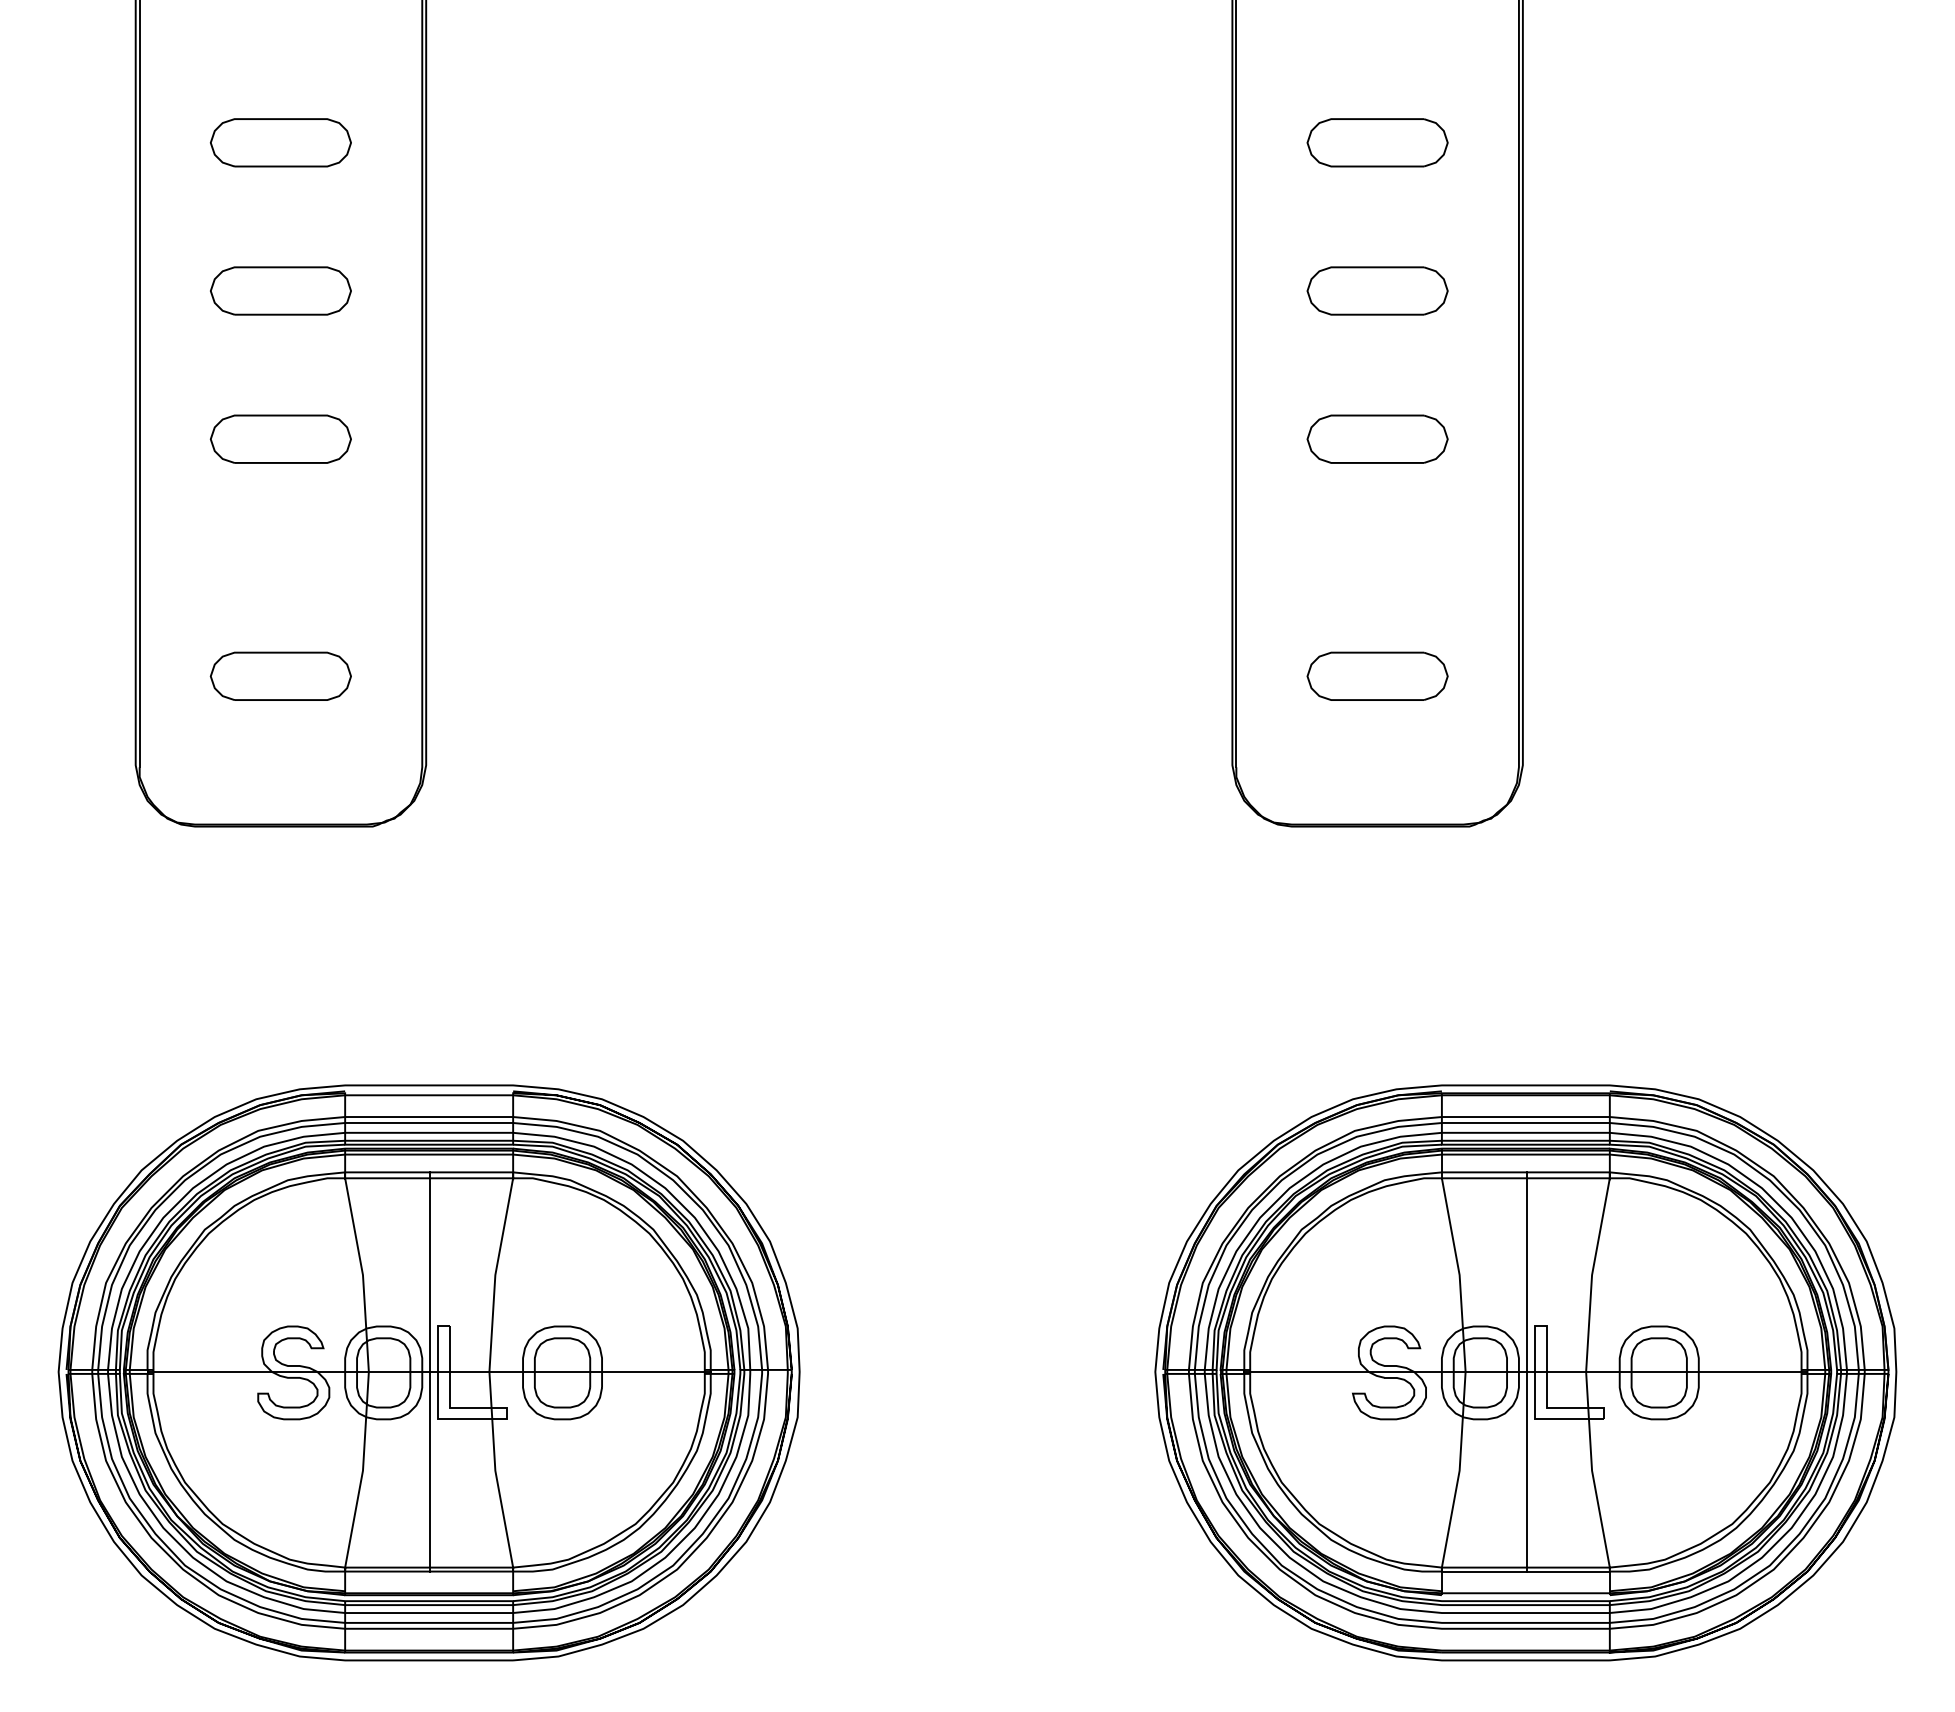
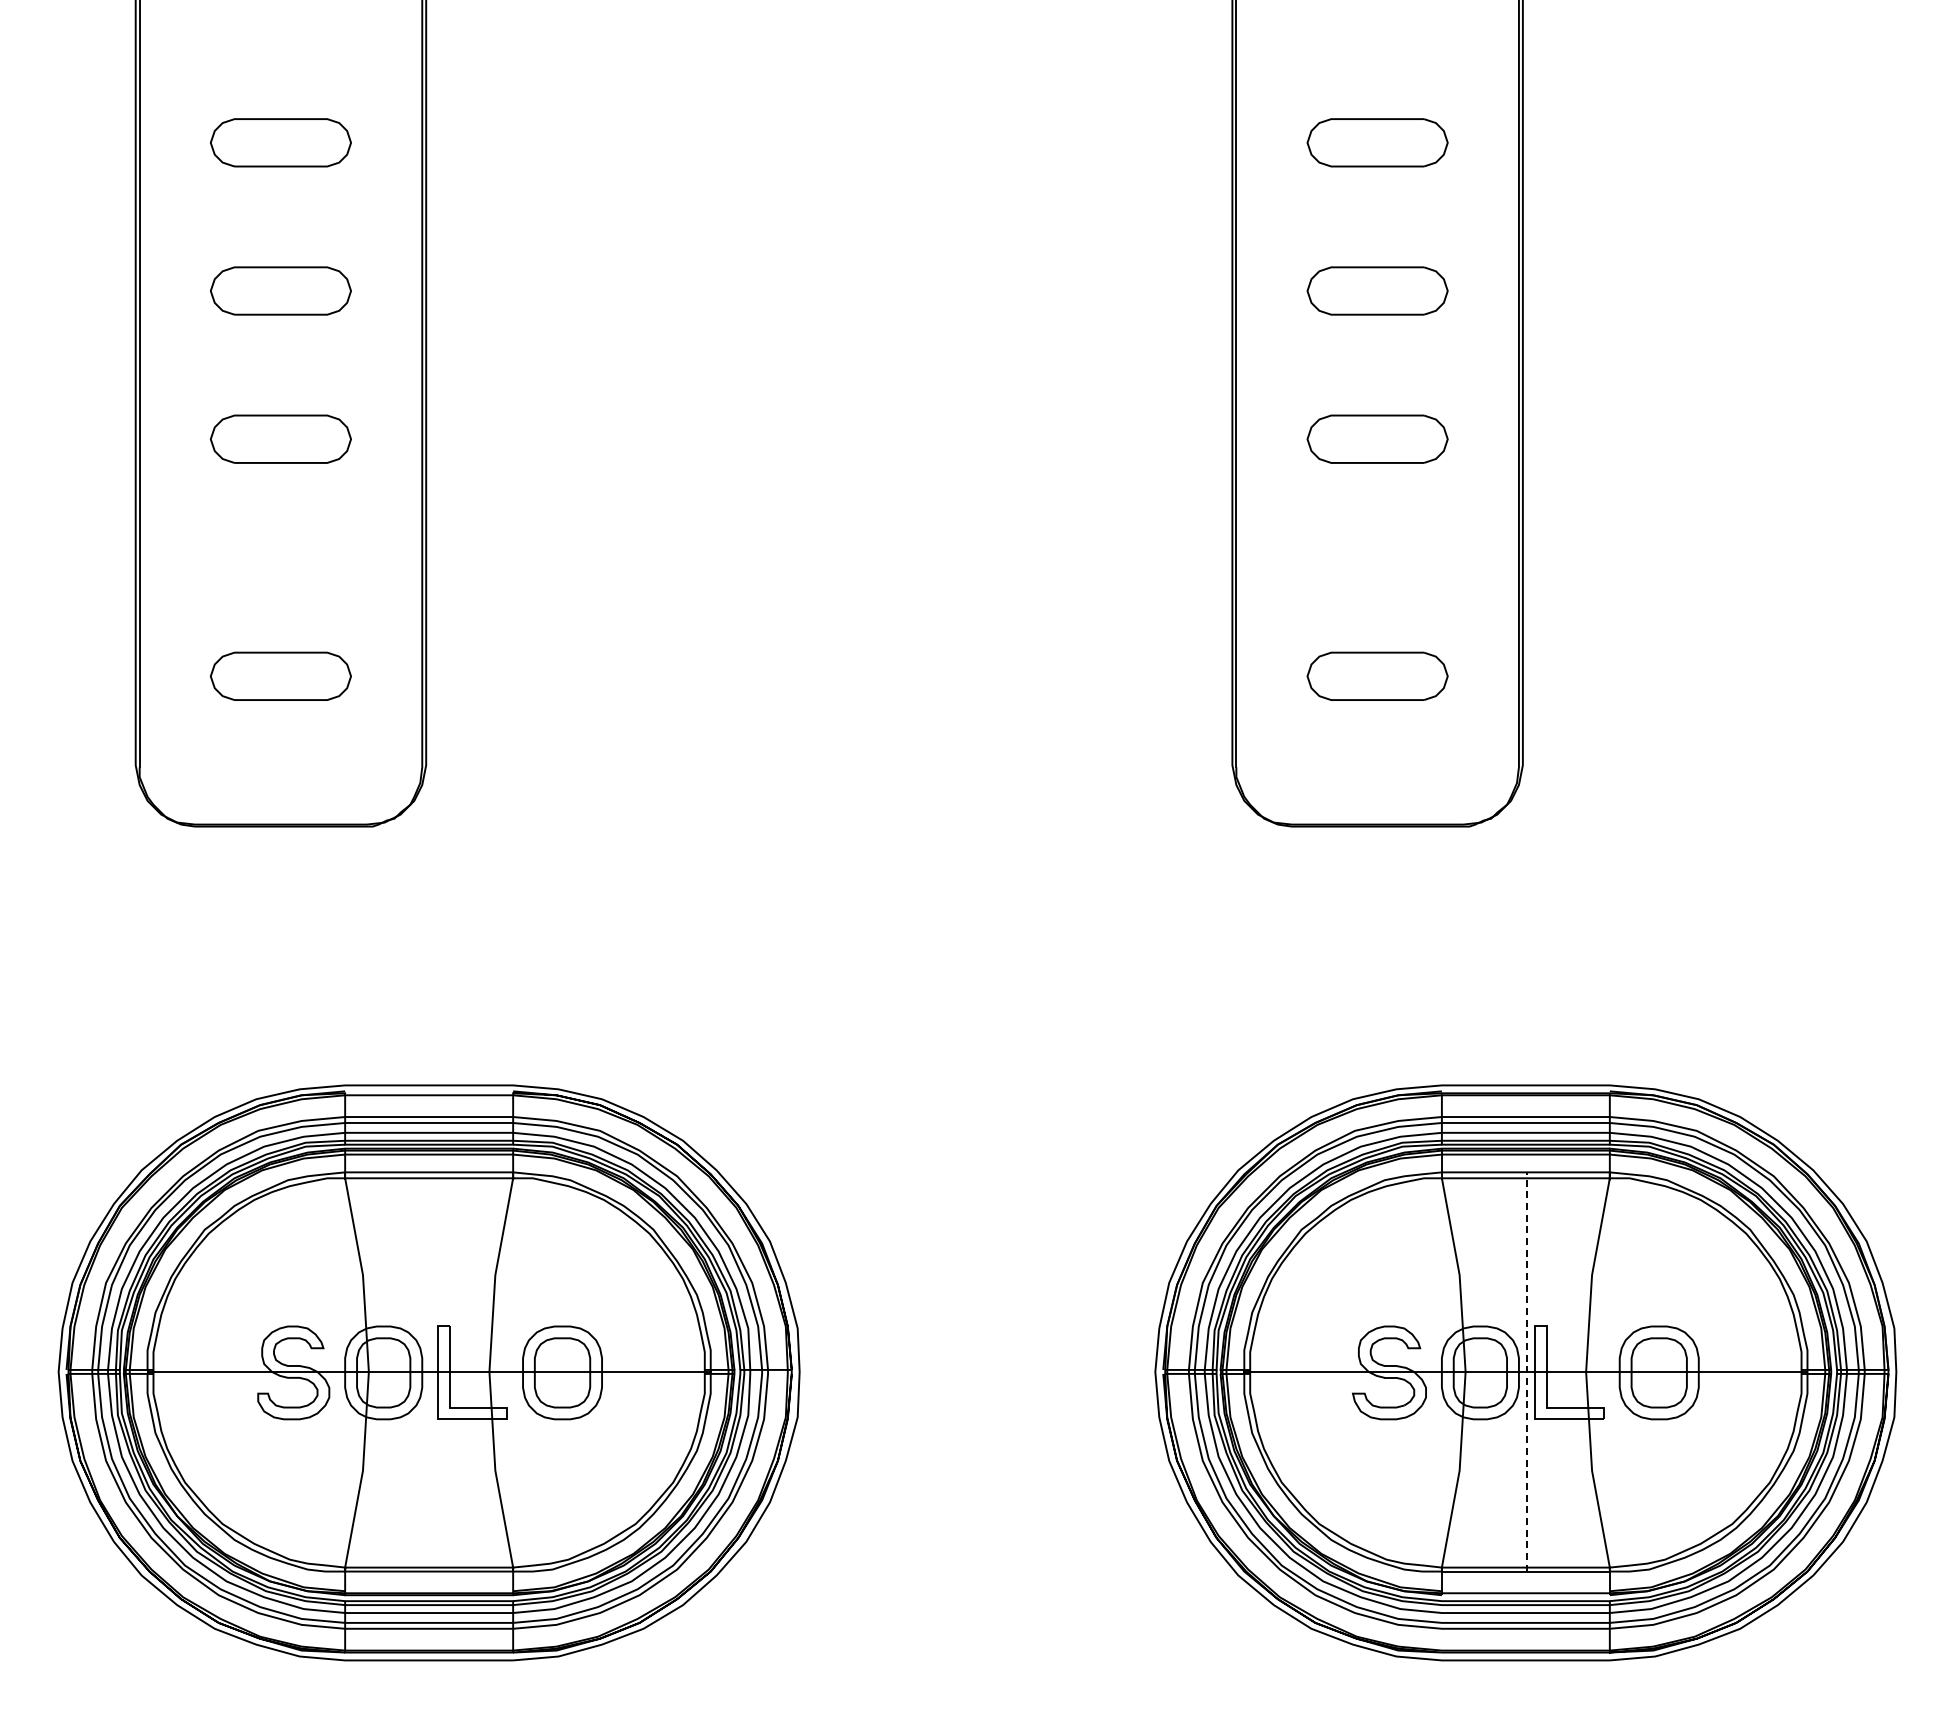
line at (430, 1371): present -> none
line at (1526, 1371): solid -> dashed
